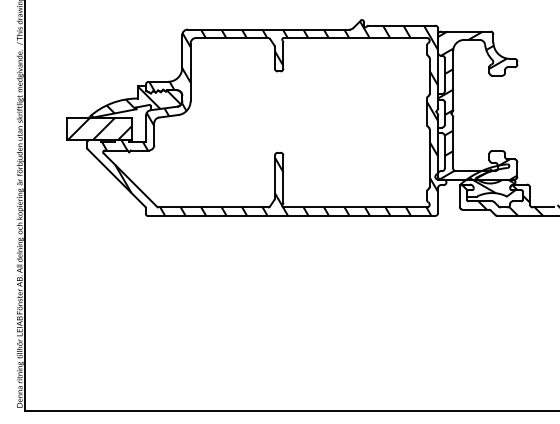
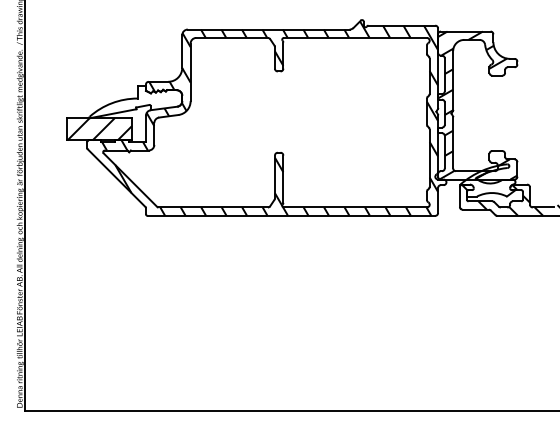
hatch at (136, 101): present -> none
hatch at (491, 180): present -> none
